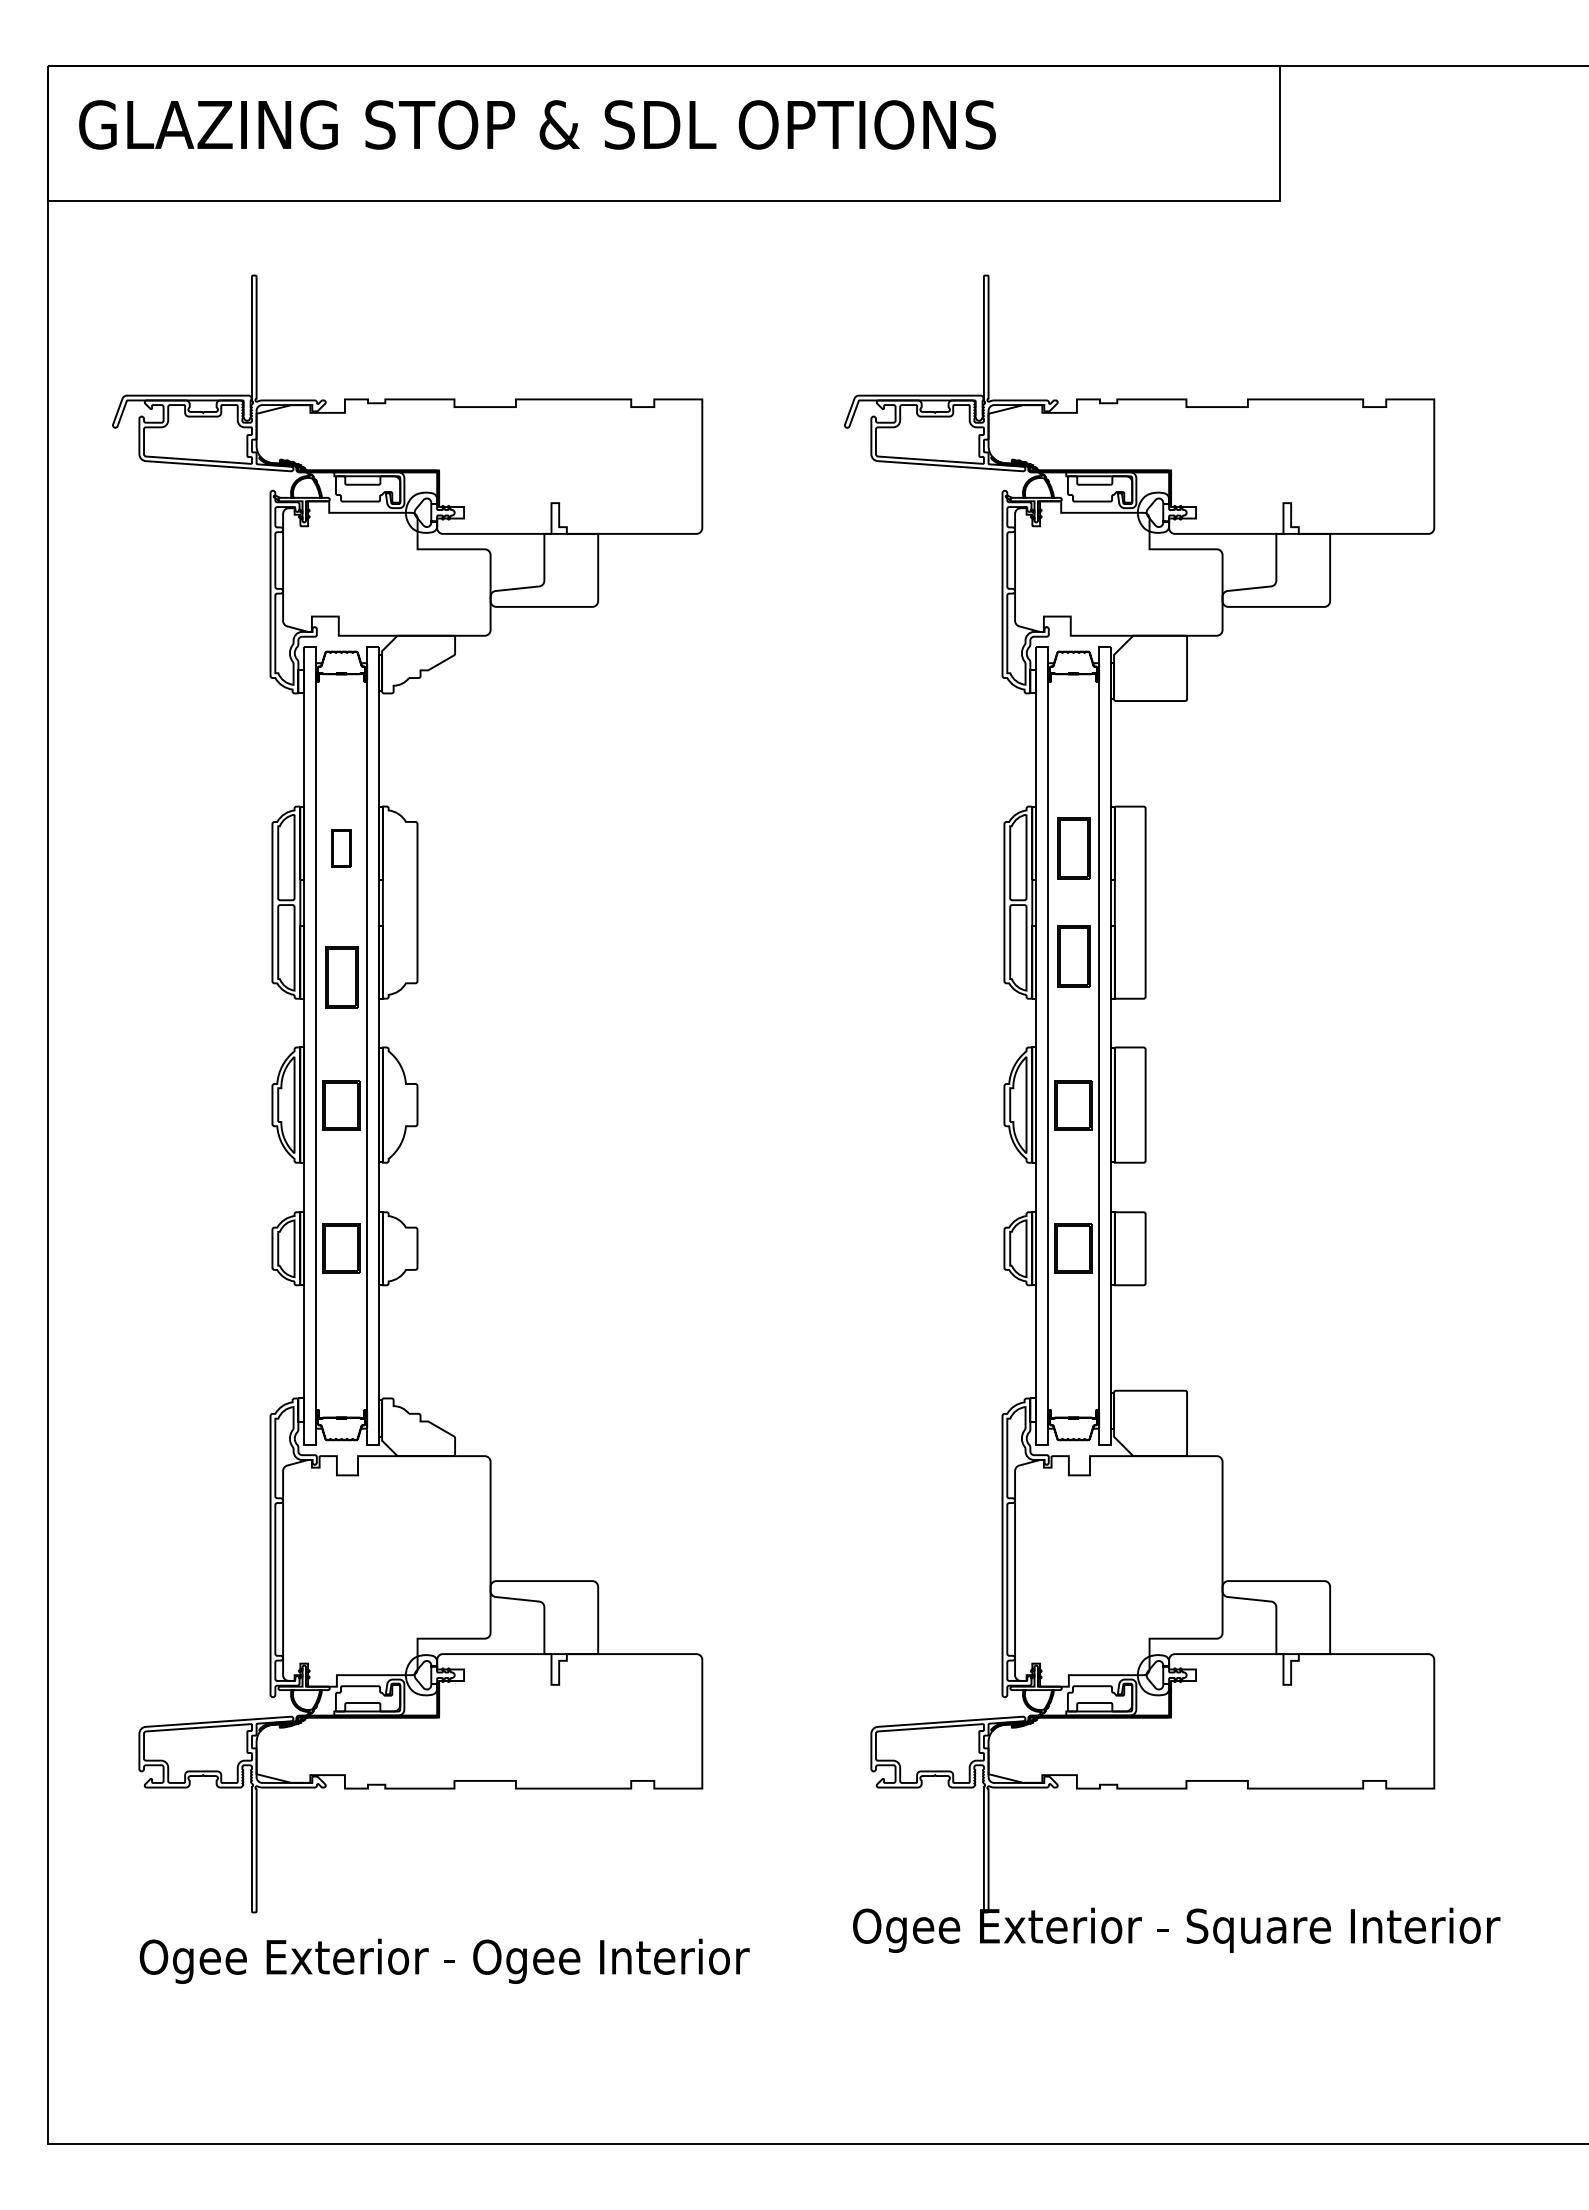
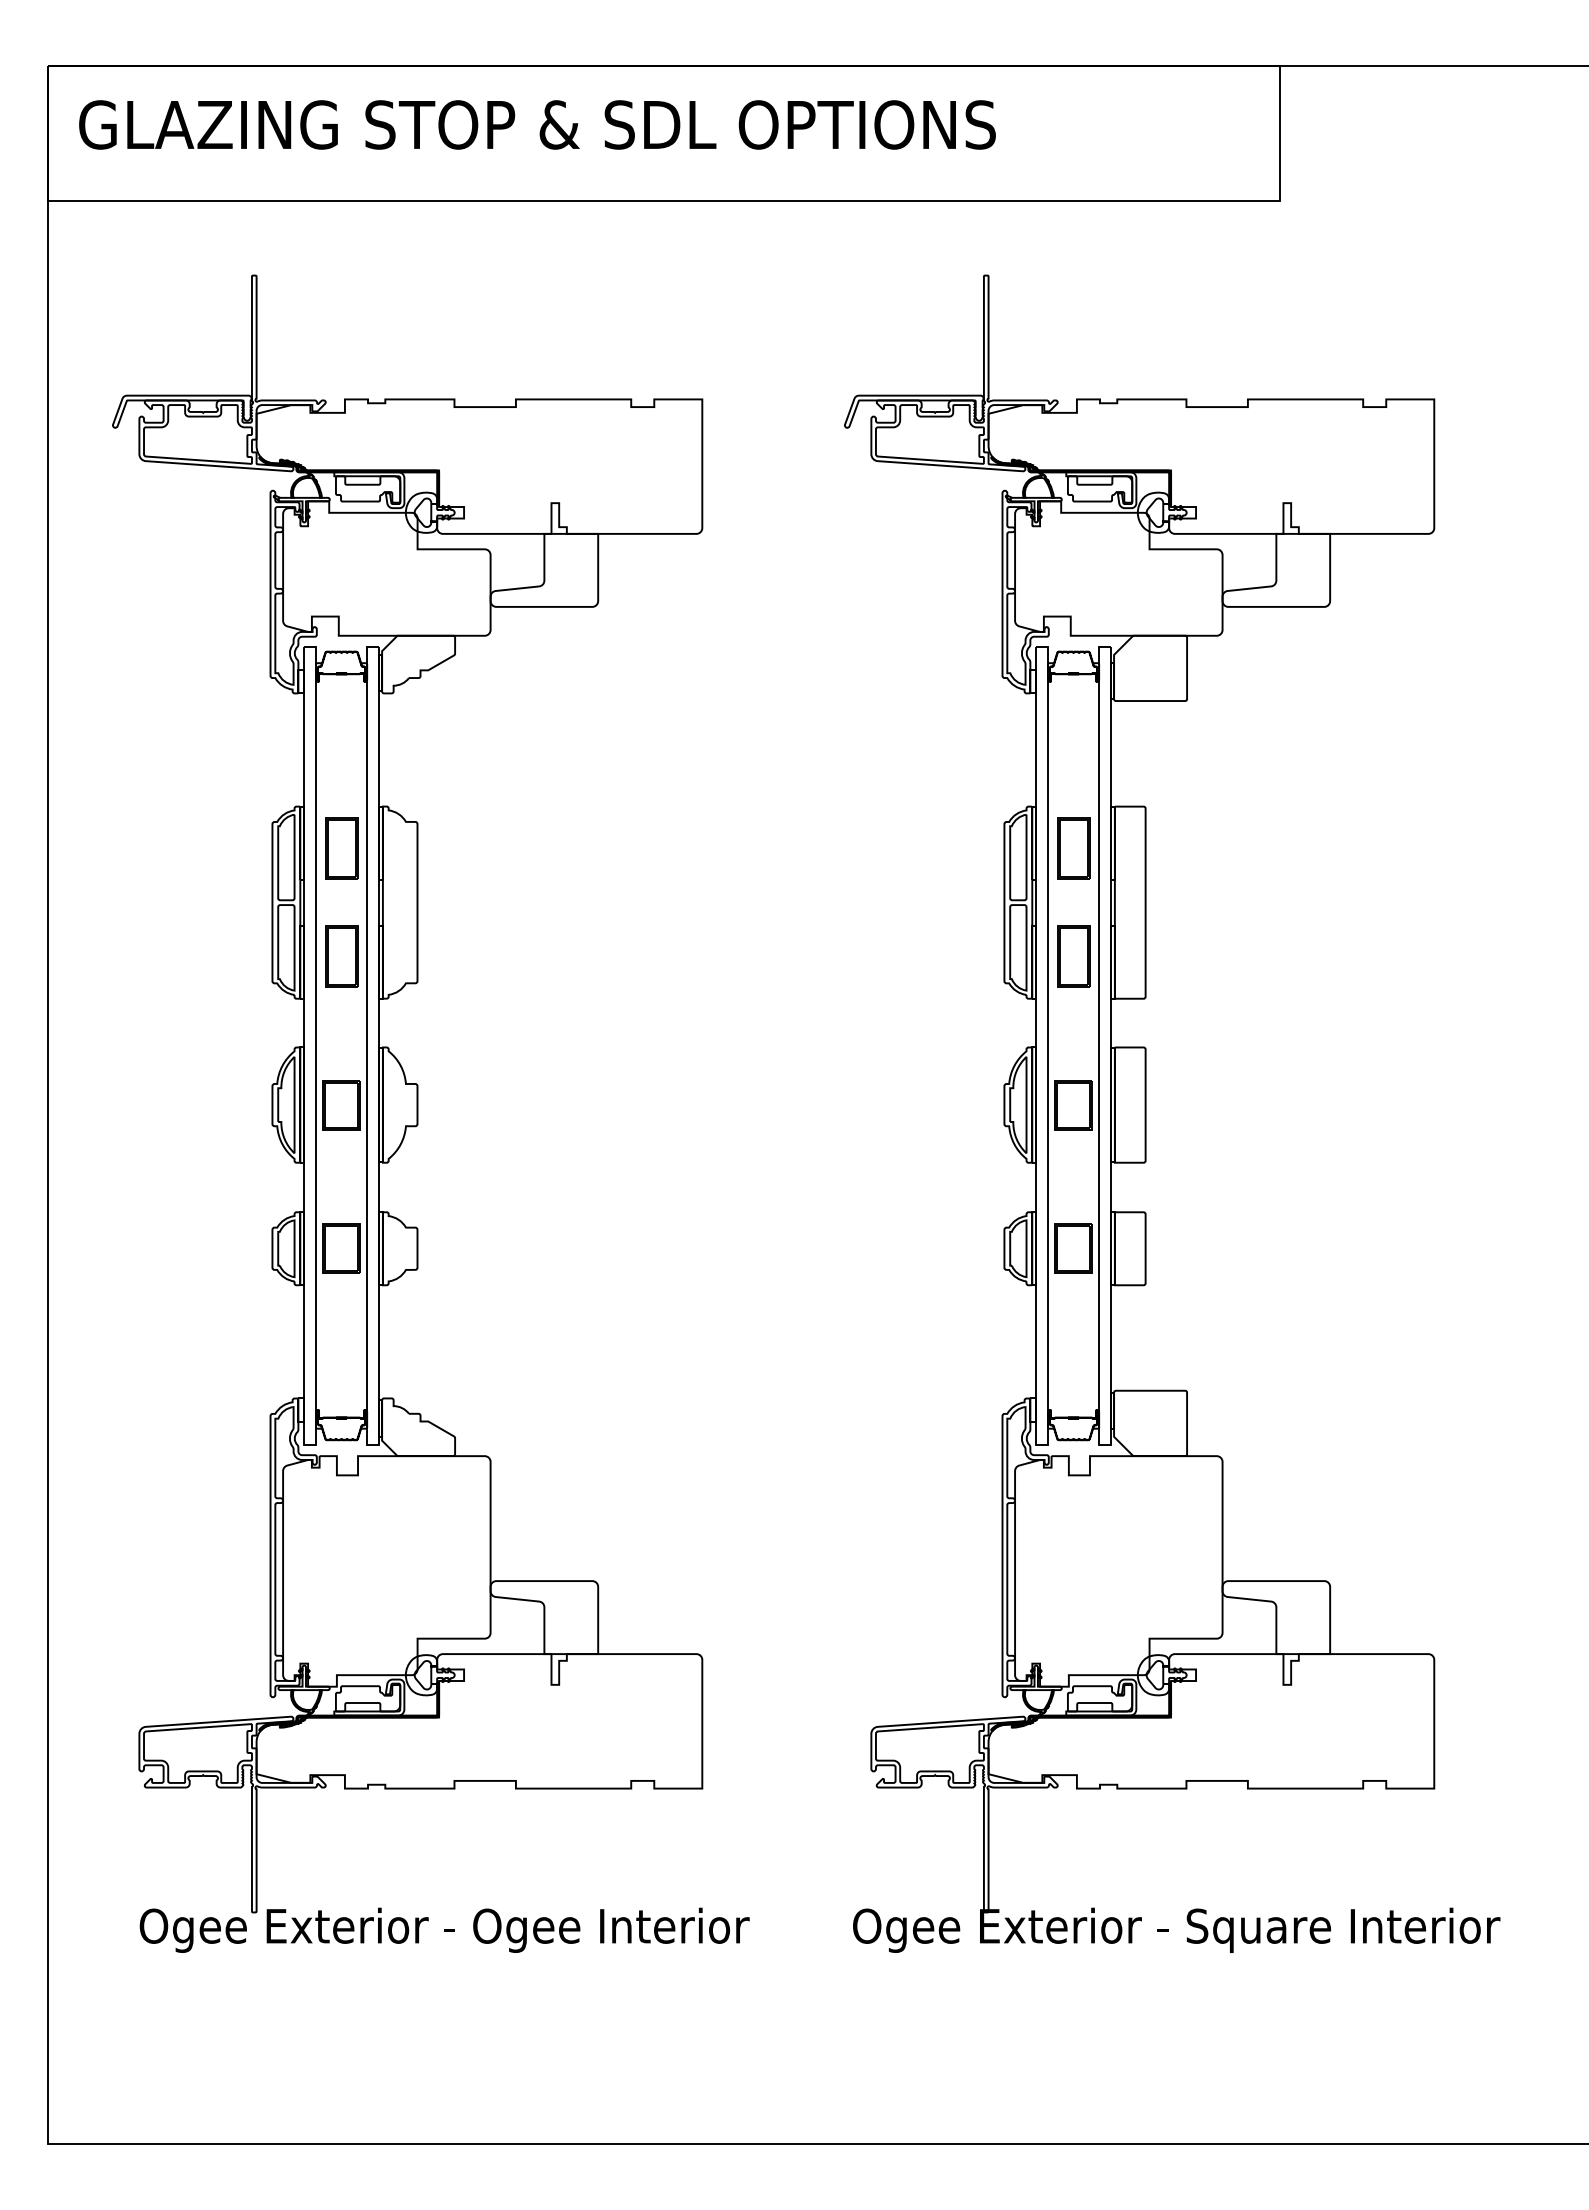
part at (341, 848) size: 21x39 px -> 34x63 px
part at (341, 977) position: (341, 977) -> (341, 956)
text at (444, 1960) position: (444, 1960) -> (444, 1929)
